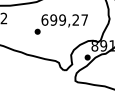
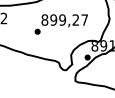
text at (44, 19): 699,27 -> 899,27
